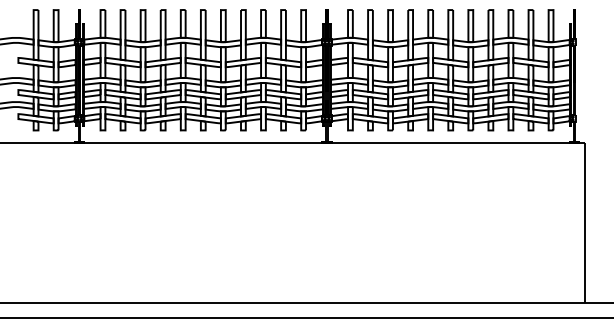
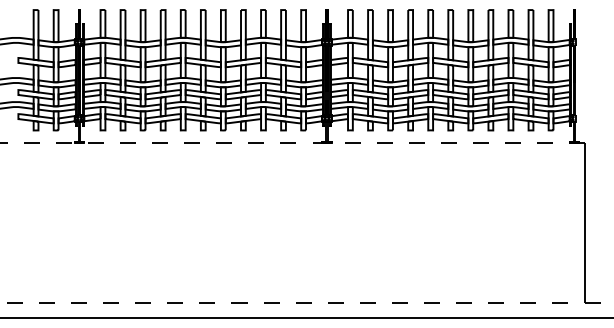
line at (292, 142): solid -> dashed
line at (307, 303): solid -> dashed
